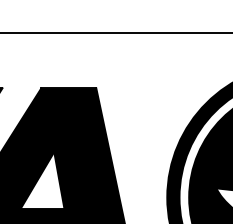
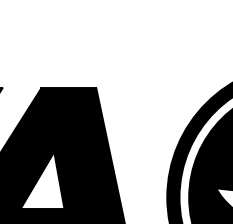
line at (115, 33): present -> none
